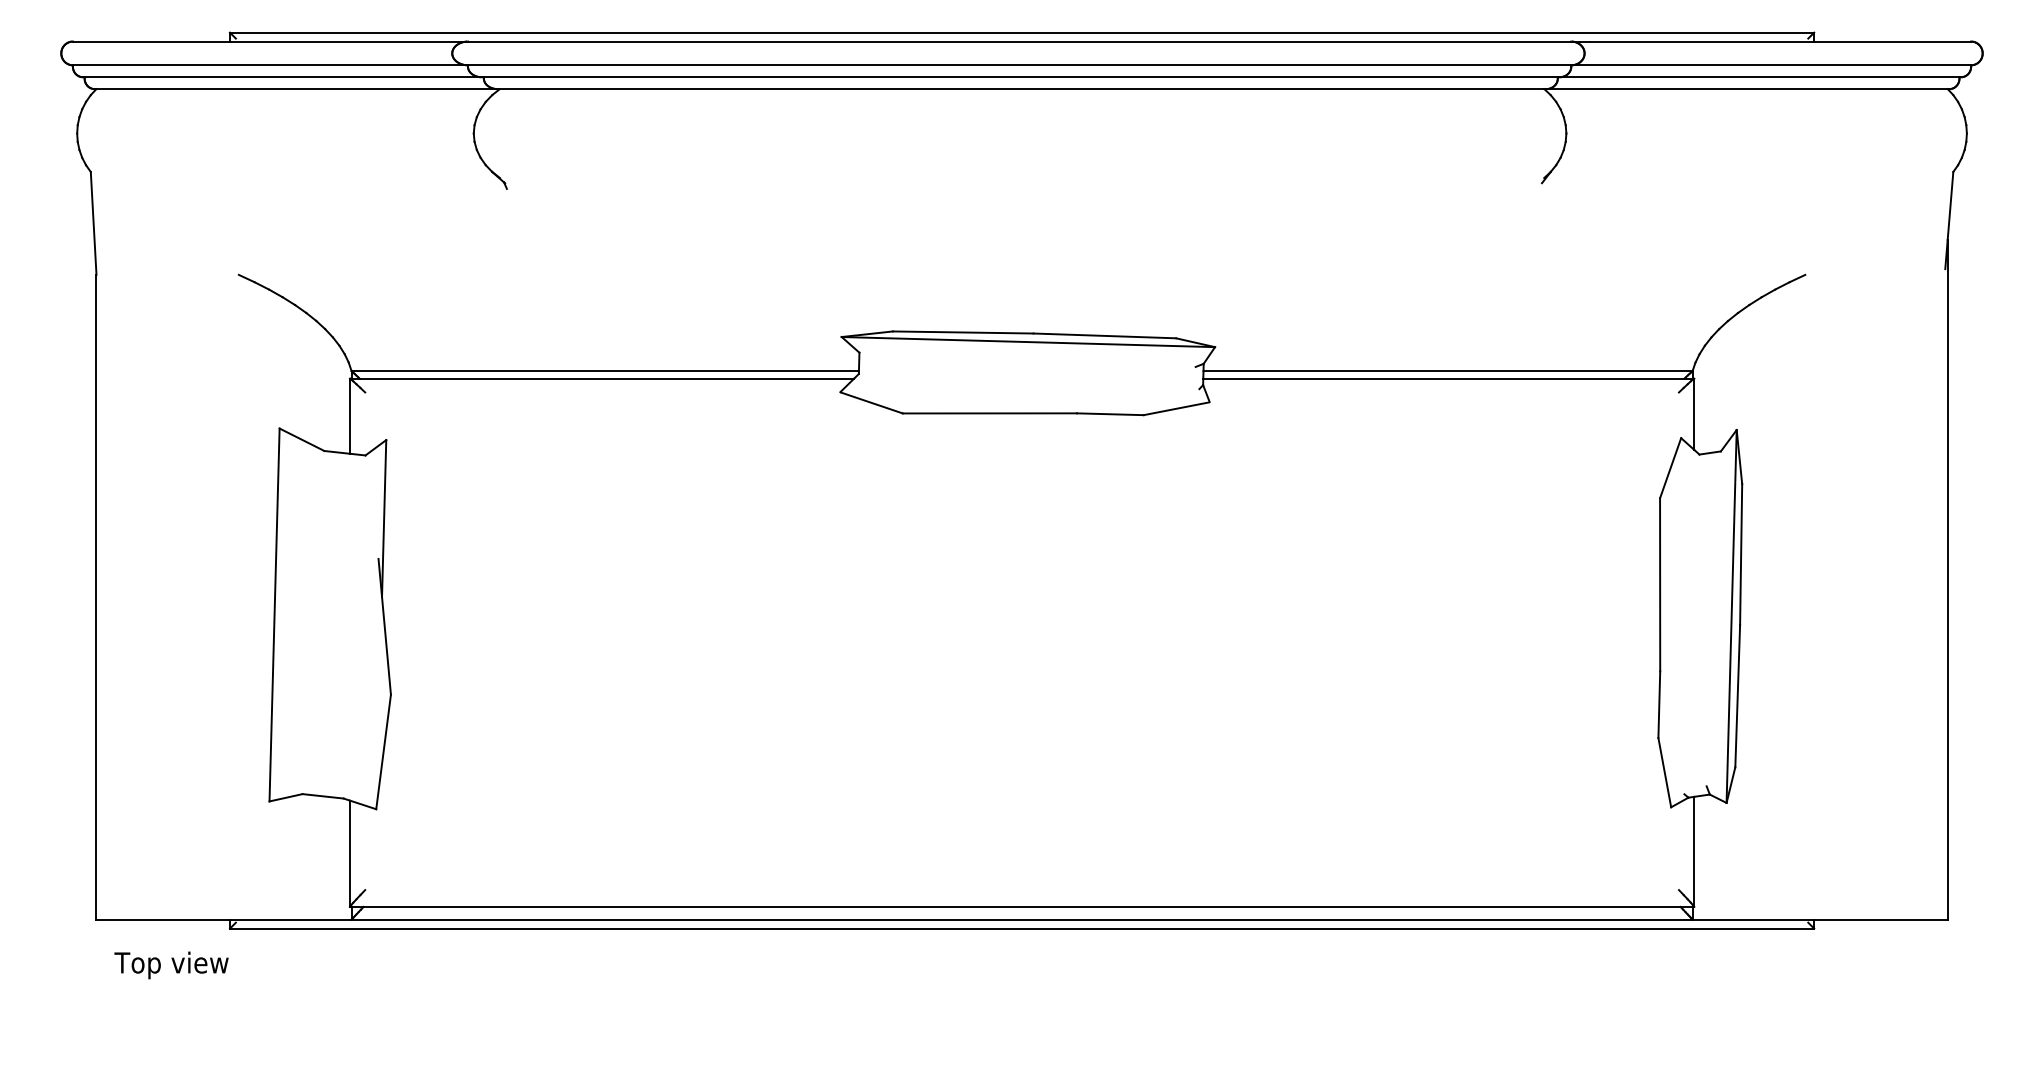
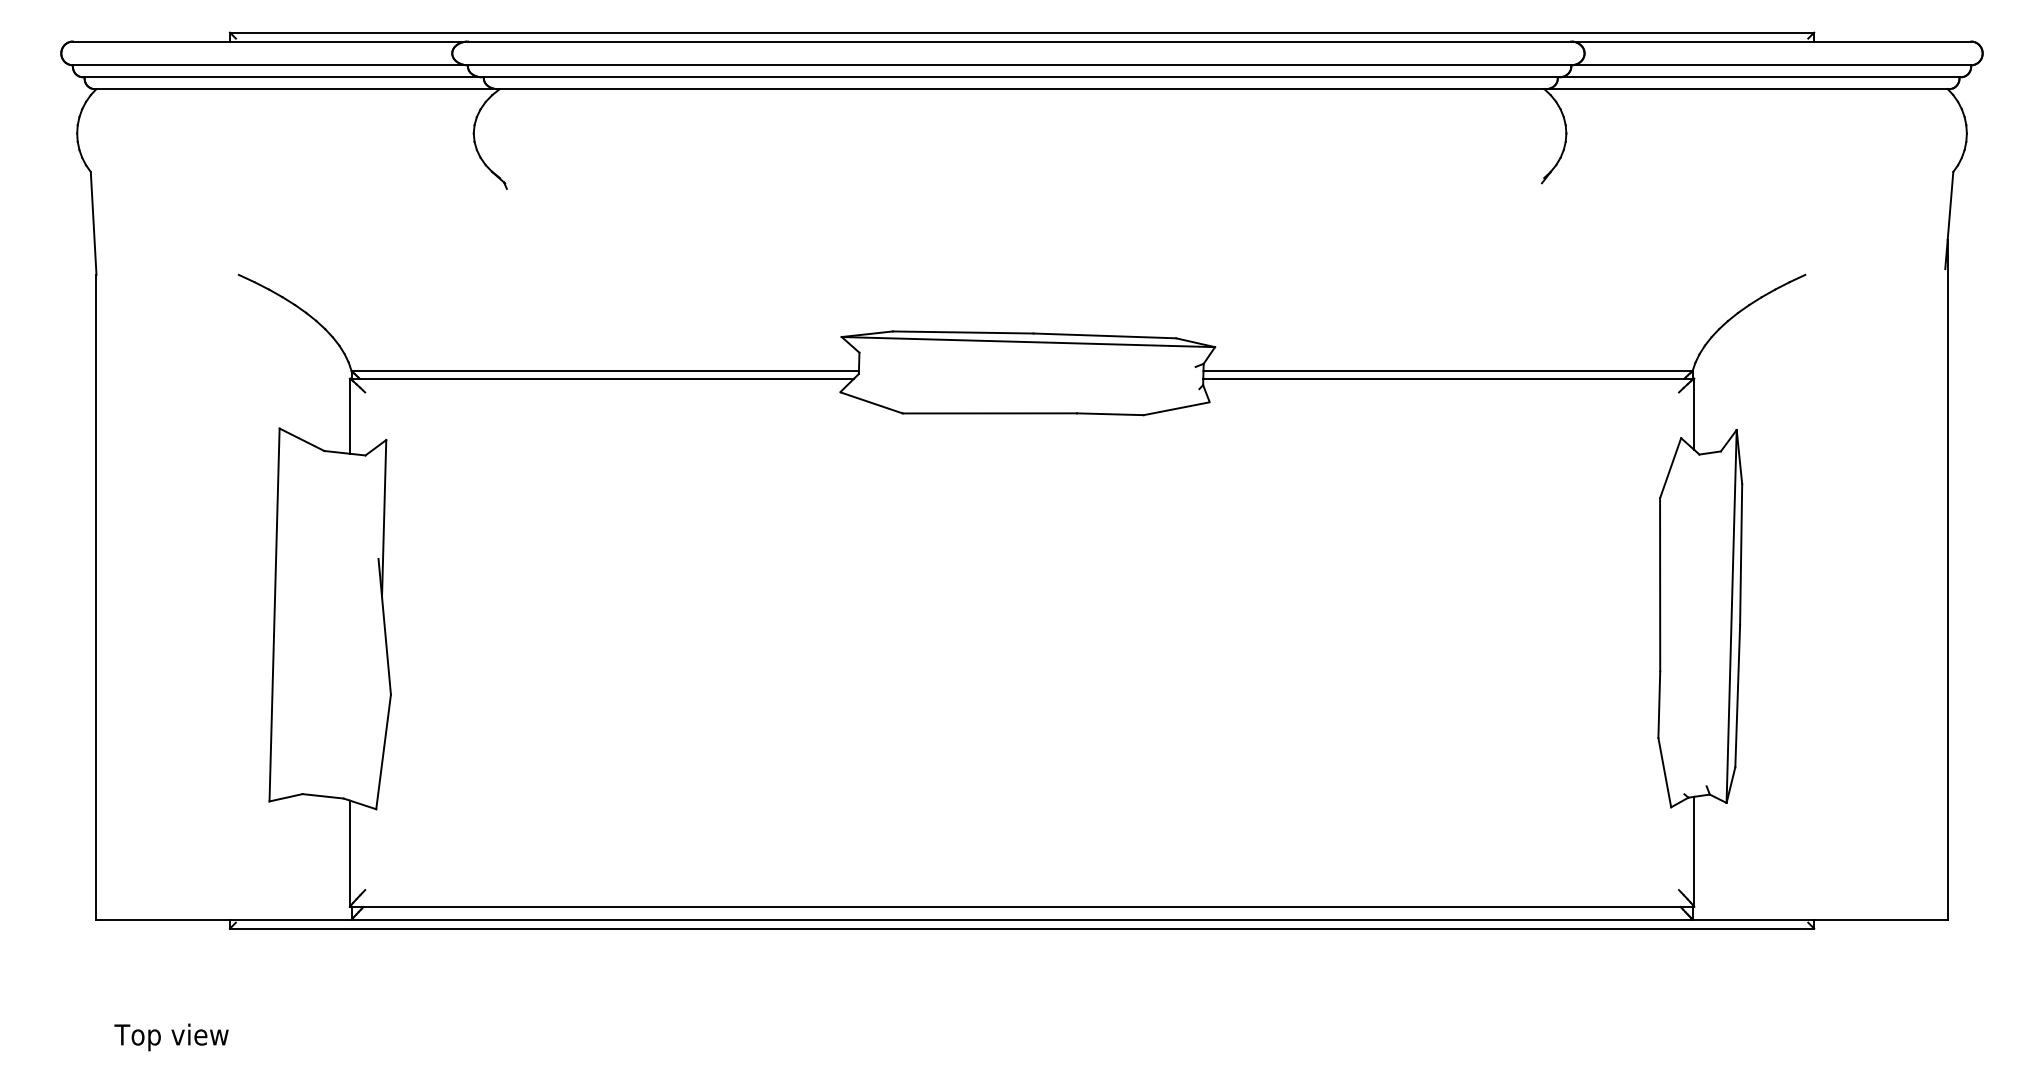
text at (171, 965) position: (171, 965) -> (171, 1037)
